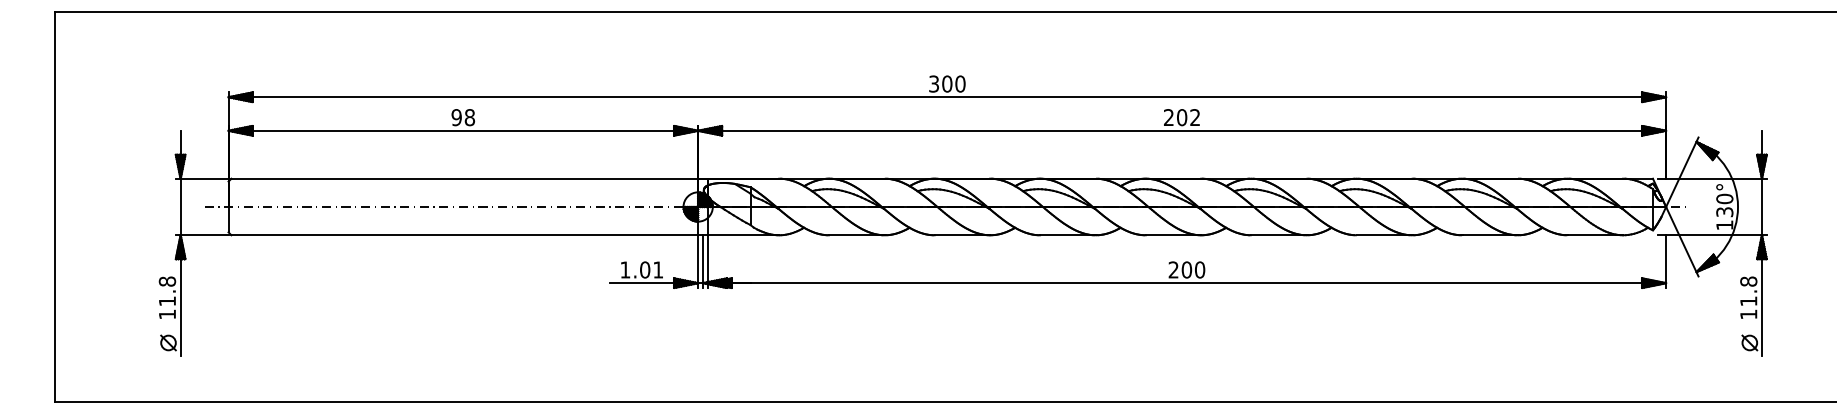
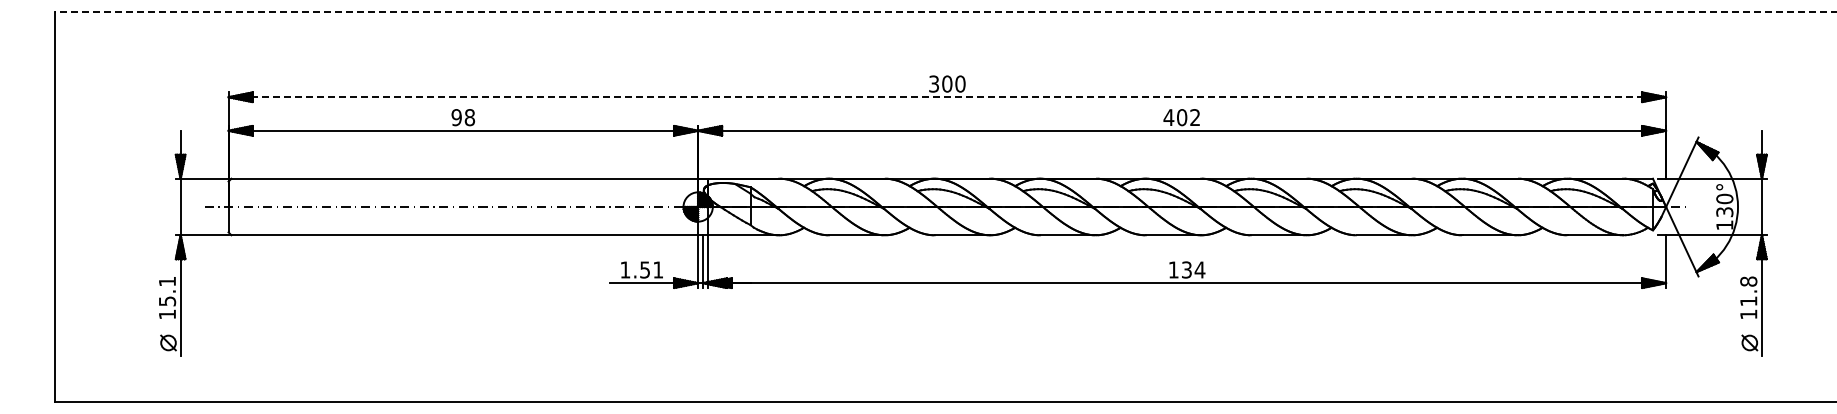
line at (945, 12): solid -> dashed
line at (947, 97): solid -> dashed
text at (1168, 117): 202 -> 402
text at (645, 269): 1.01 -> 1.51
text at (1186, 269): 200 -> 134
text at (167, 291): 11.8 -> 15.1
